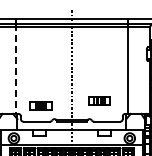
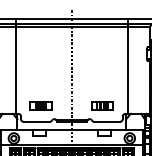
line at (16, 69): dashed -> solid
part at (99, 100) position: (99, 100) -> (102, 105)
